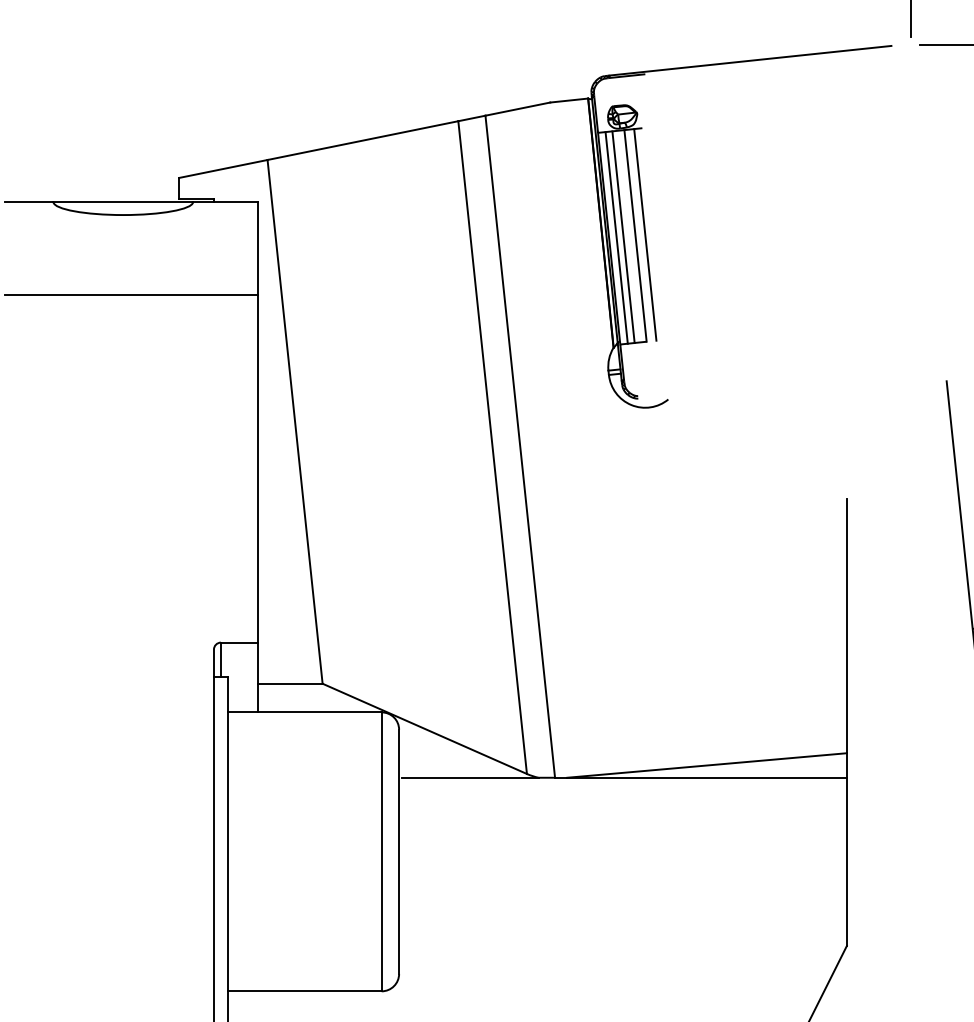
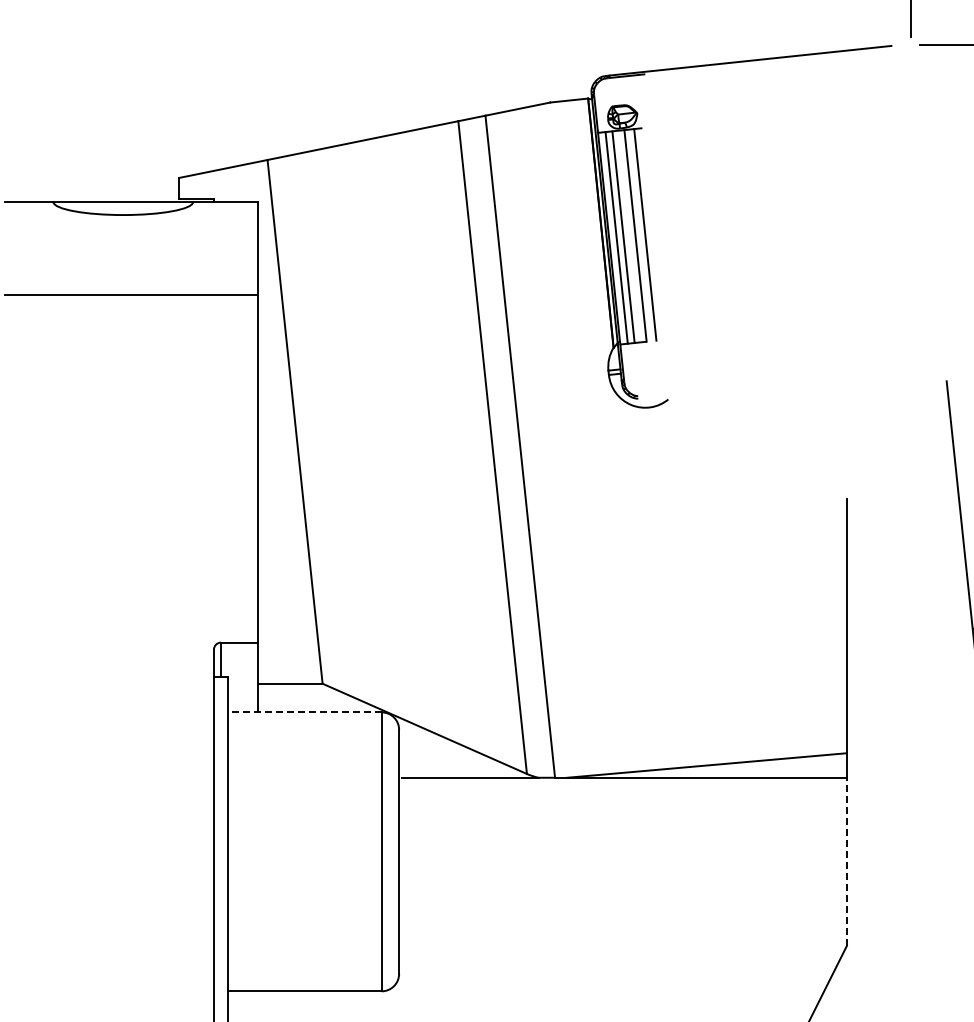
line at (304, 712): solid -> dashed
line at (846, 861): solid -> dashed
